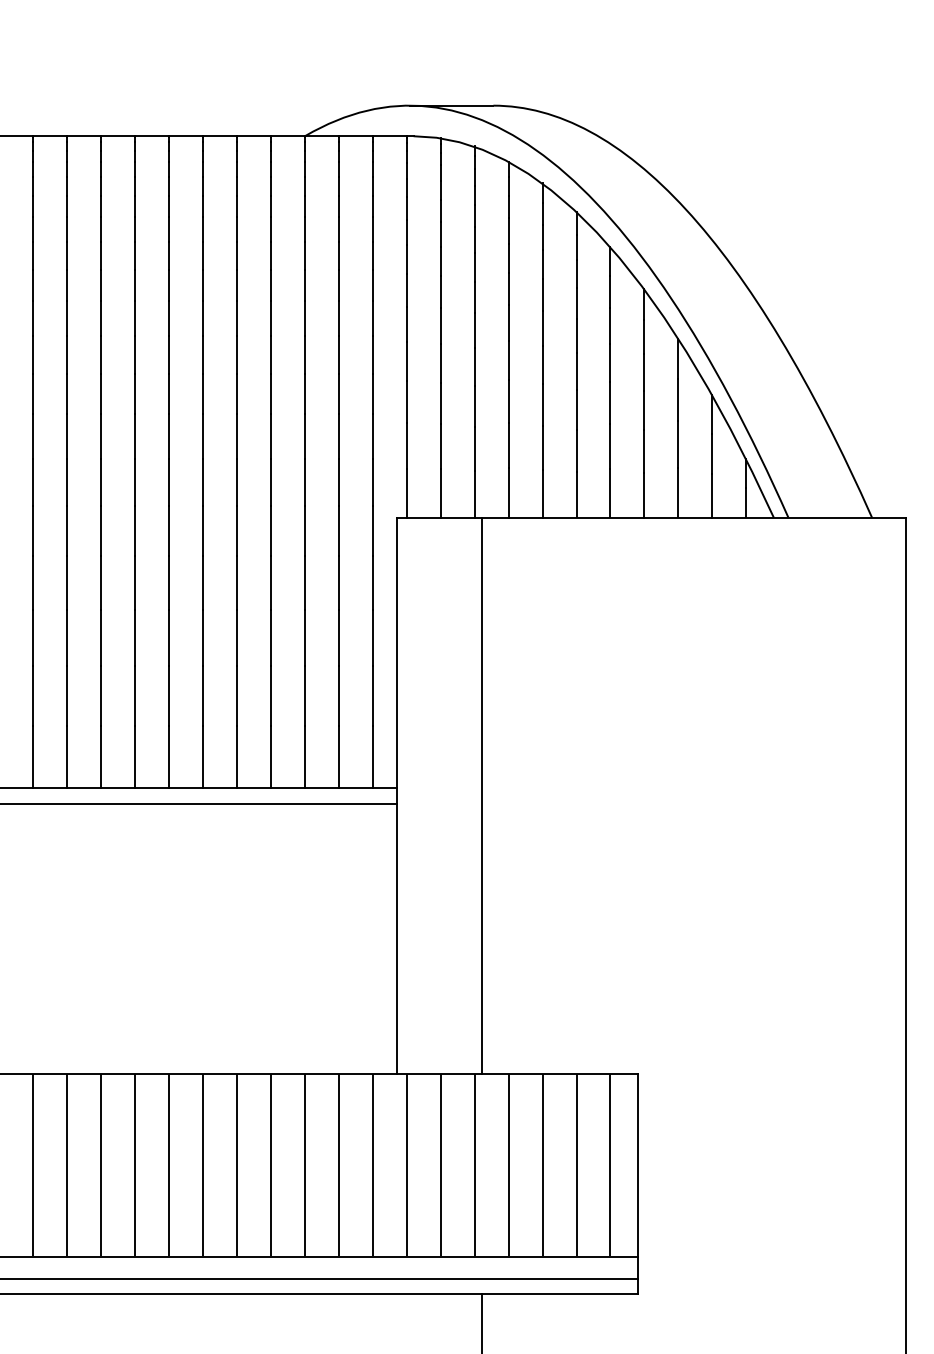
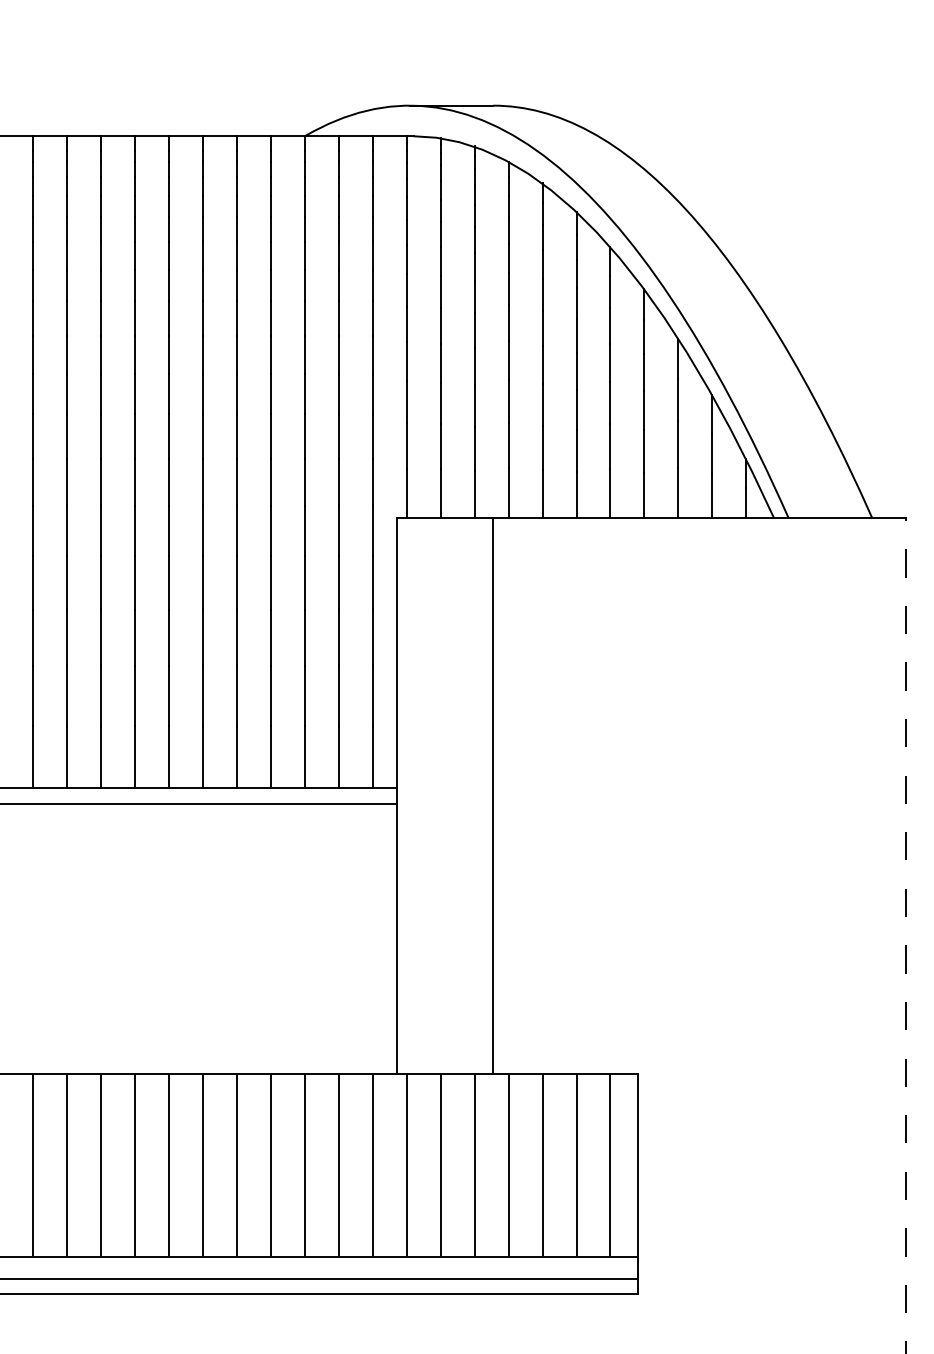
line at (482, 796) position: (482, 796) -> (493, 796)
line at (905, 935): solid -> dashed
line at (482, 1321): present -> none
